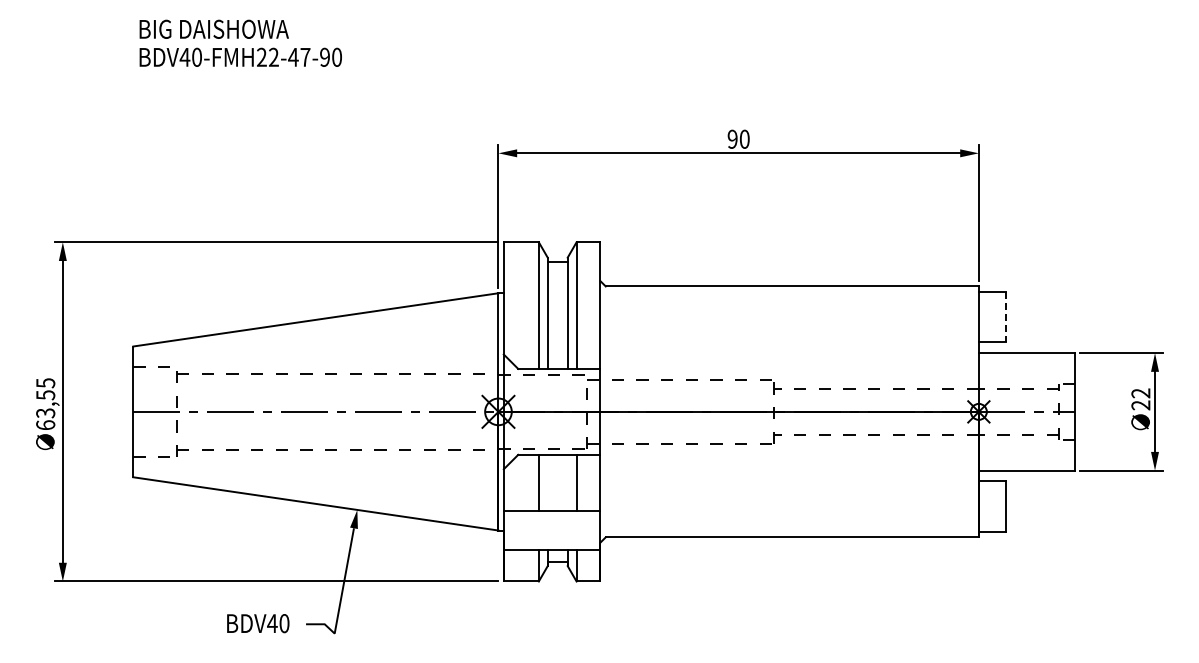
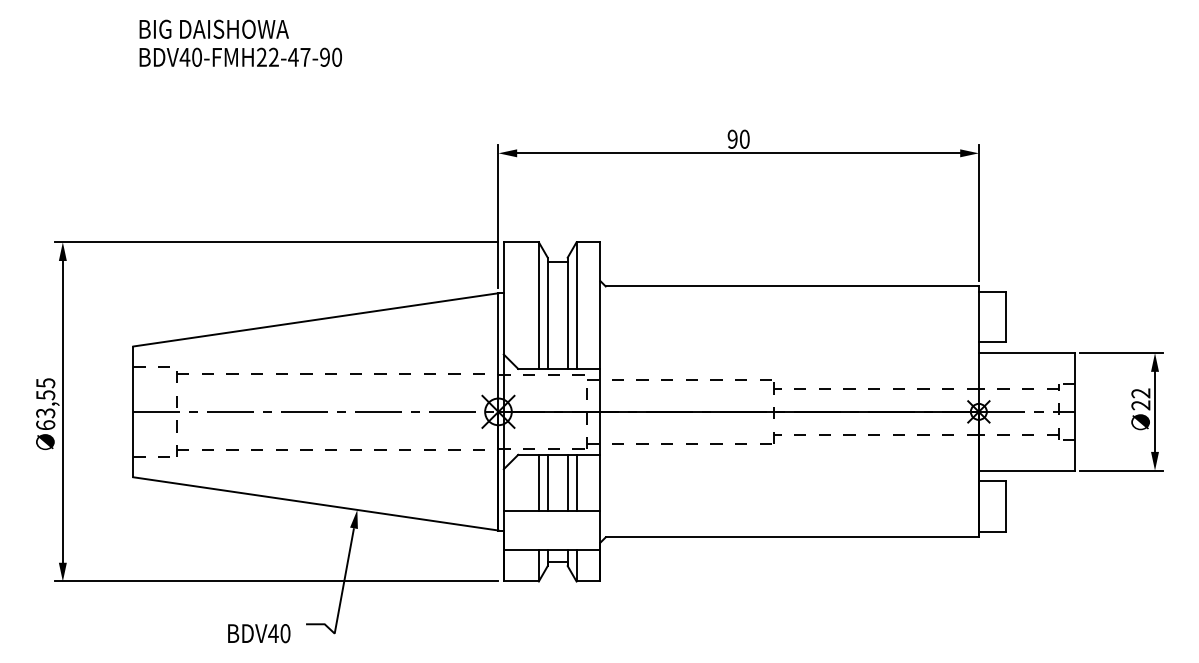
line at (1005, 317): dashed -> solid
line at (547, 482): none -> present
line at (567, 482): none -> present
text at (258, 623) position: (258, 623) -> (259, 633)
